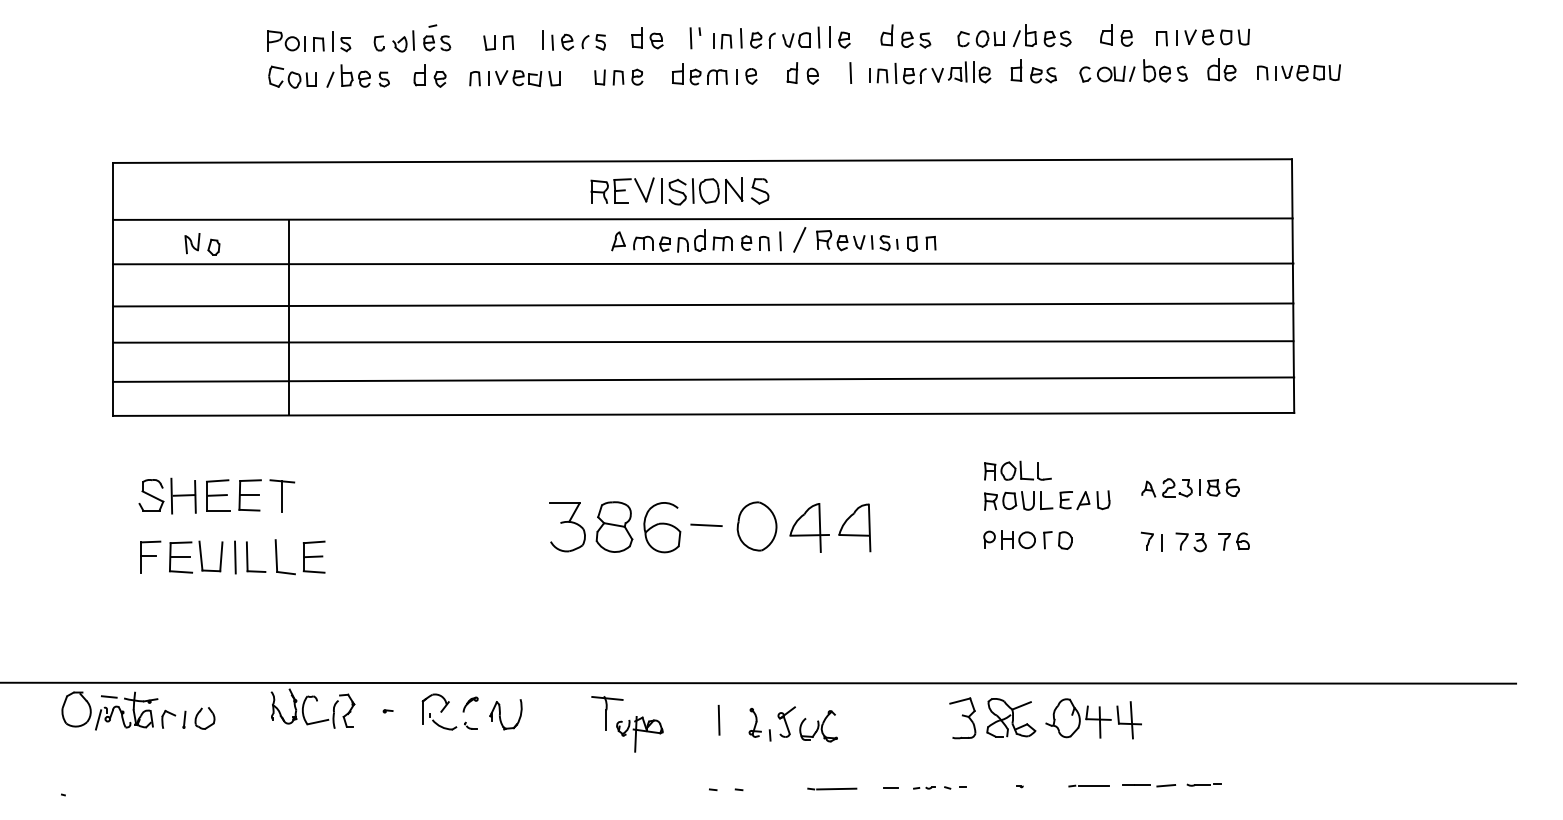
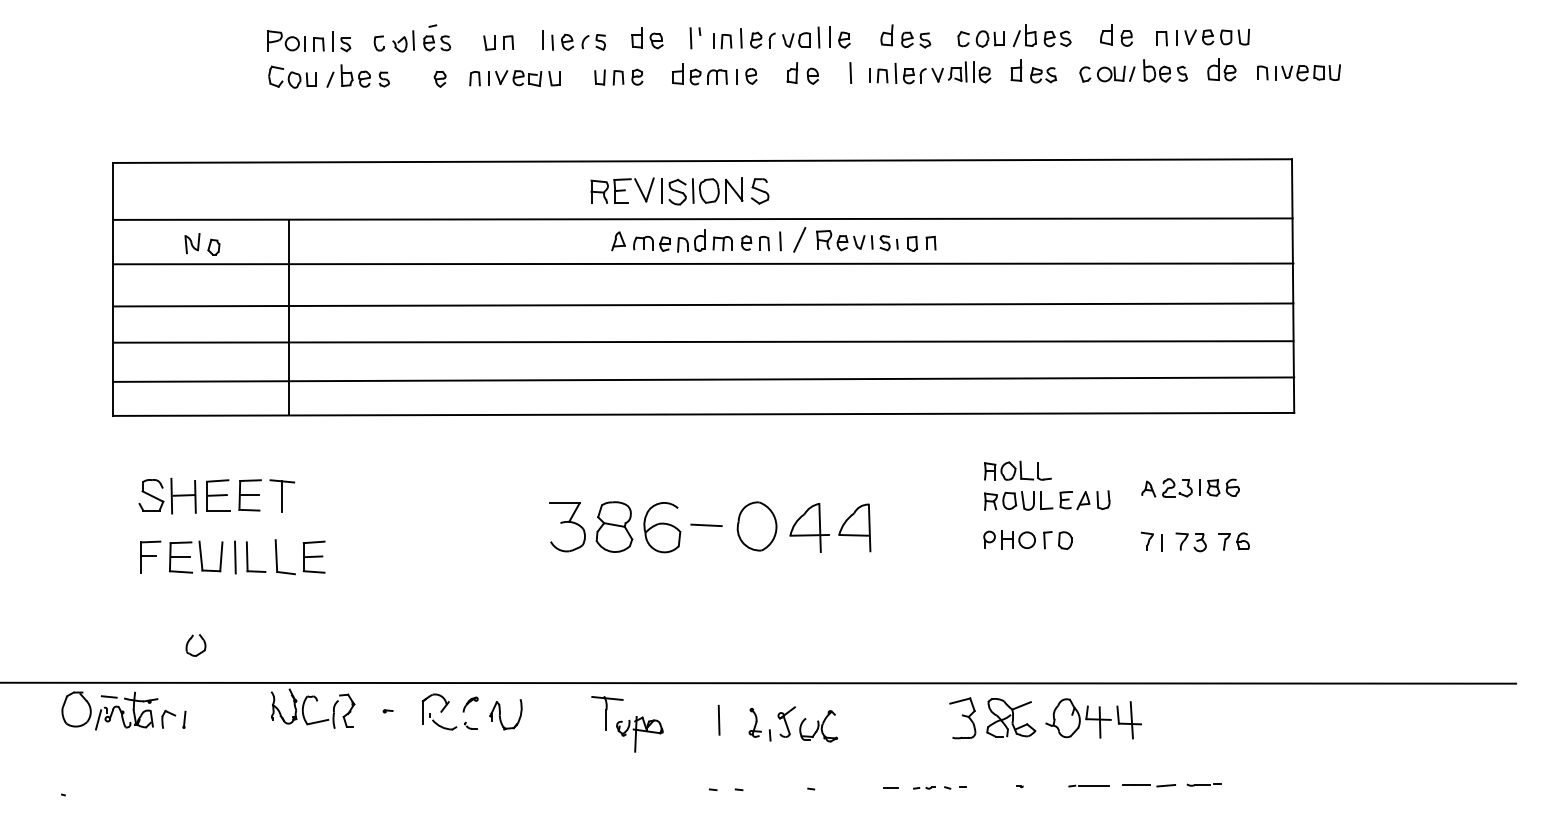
part at (419, 75): present -> none
part at (199, 713) position: (199, 713) -> (190, 640)
line at (836, 788): present -> none
